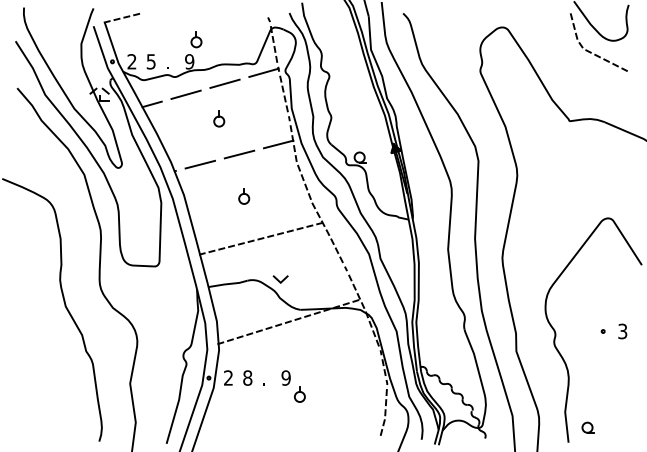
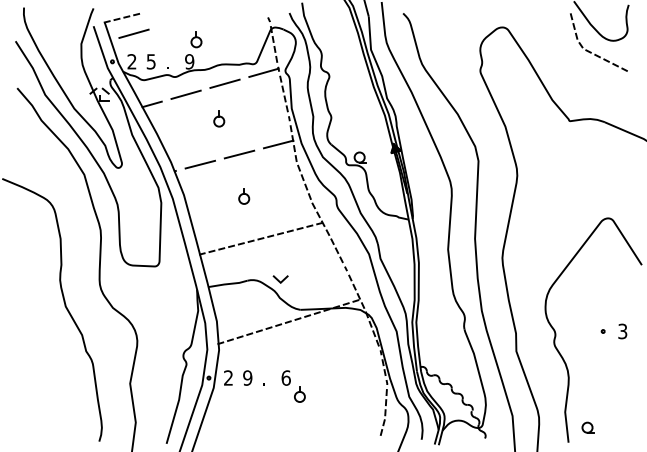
line at (133, 33): none -> present
text at (247, 377): 8 -> 9
text at (285, 377): 9 -> 6
